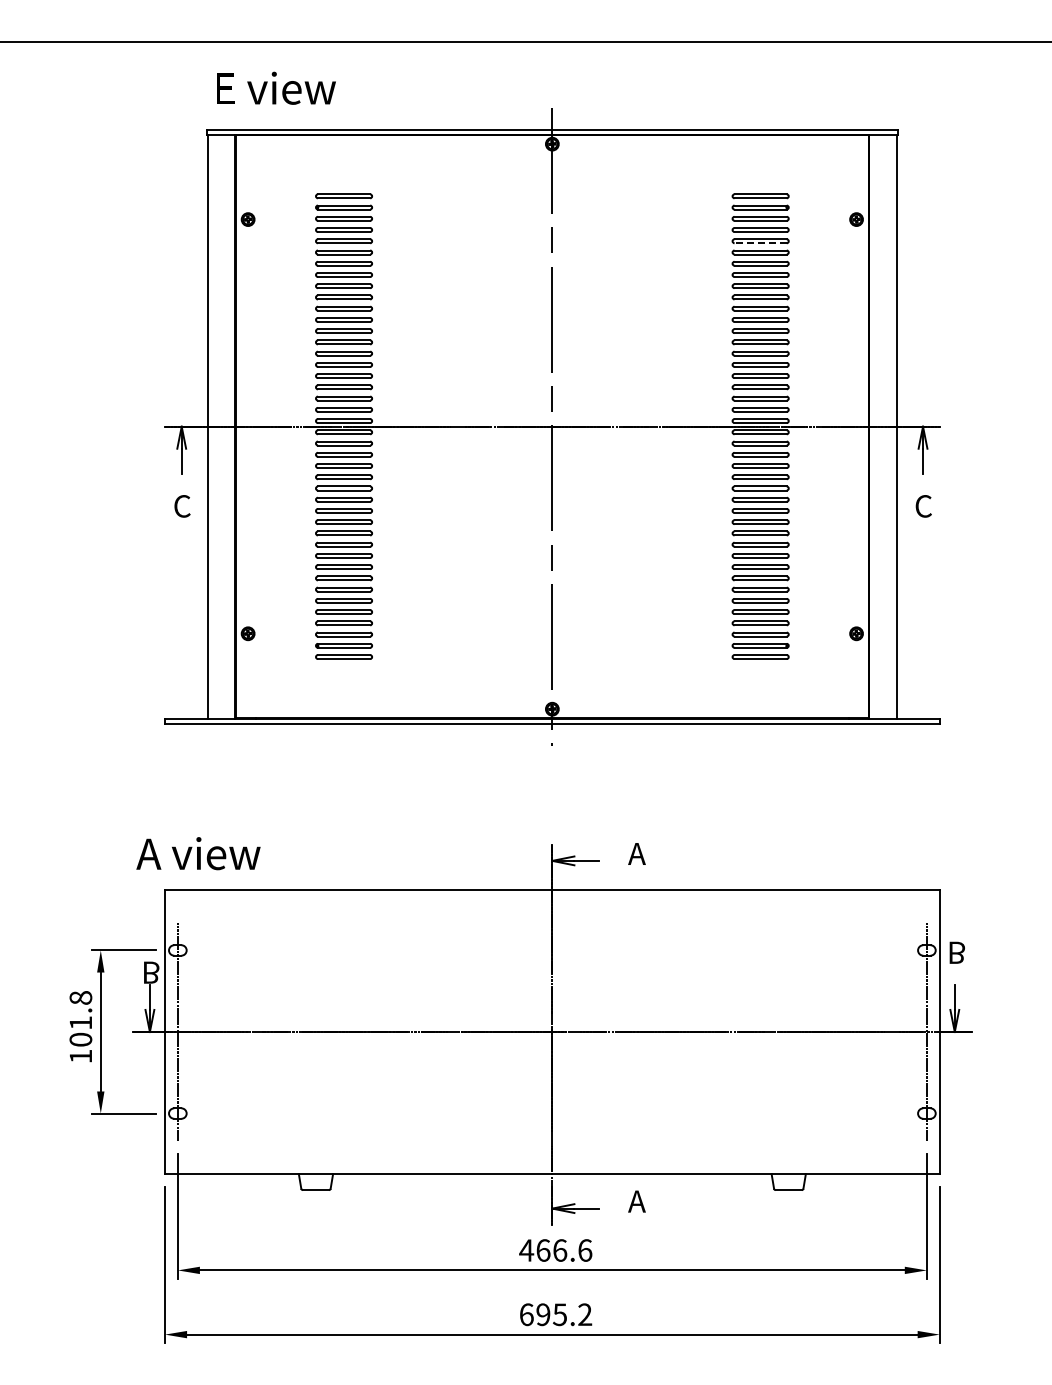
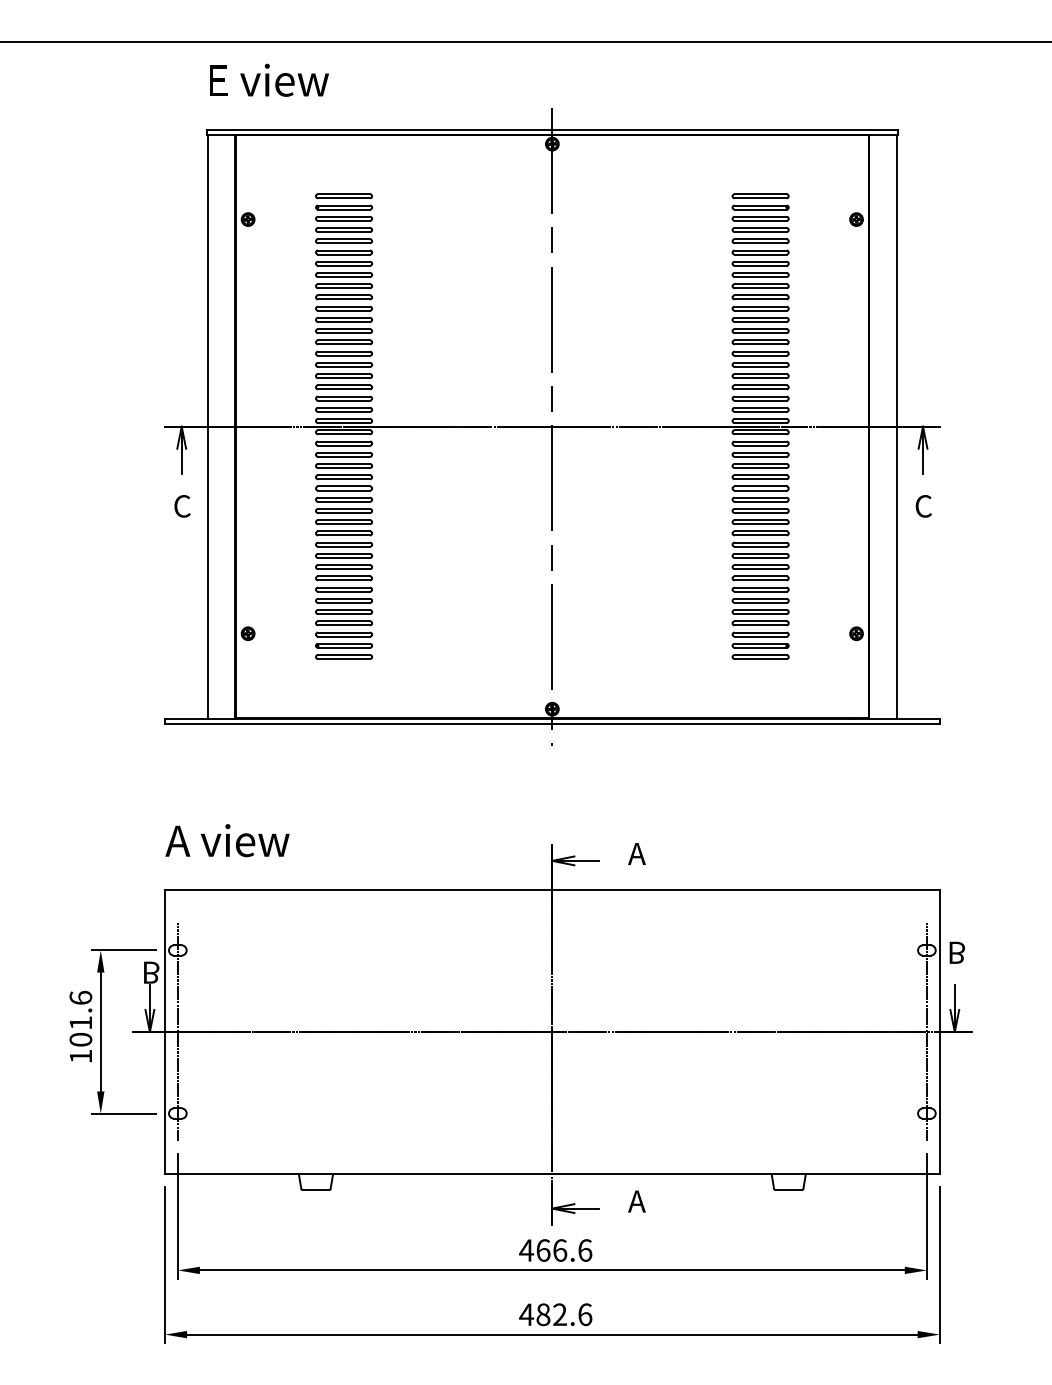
text at (276, 87) position: (276, 87) -> (269, 79)
line at (760, 243): dashed -> solid
text at (198, 853) position: (198, 853) -> (227, 840)
text at (80, 997): 101.8 -> 101.6
text at (555, 1314): 695.2 -> 482.6
